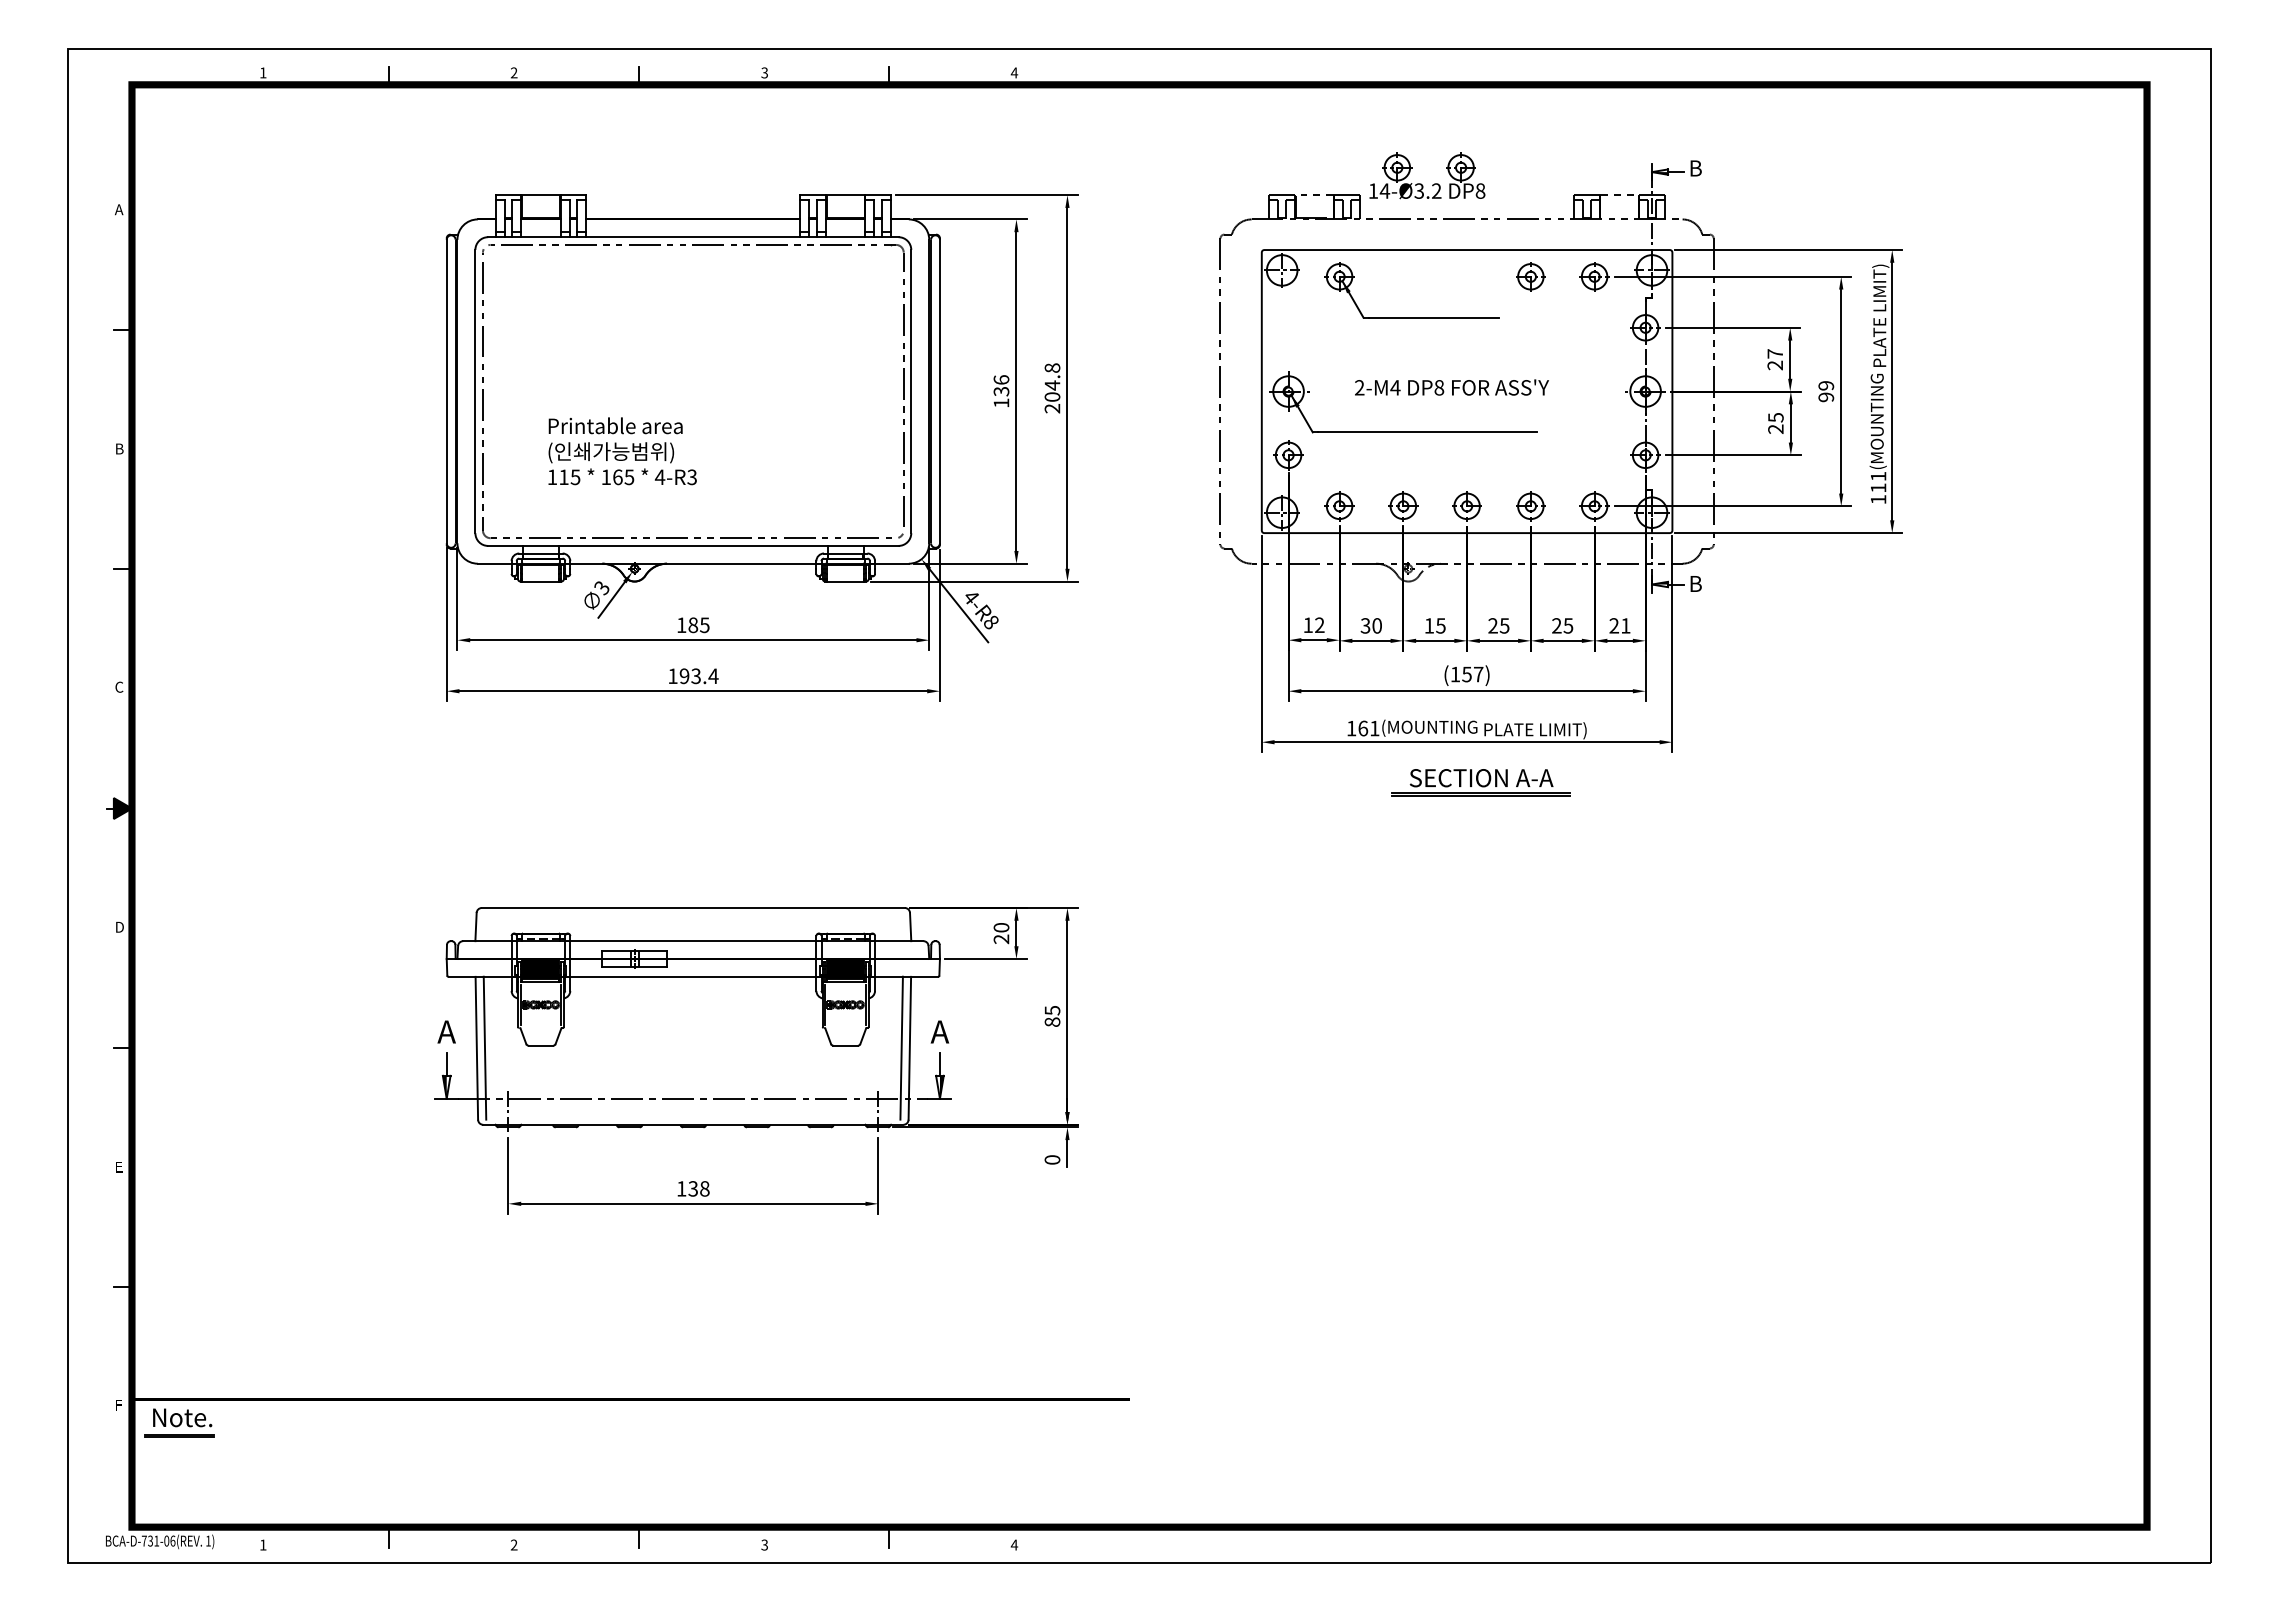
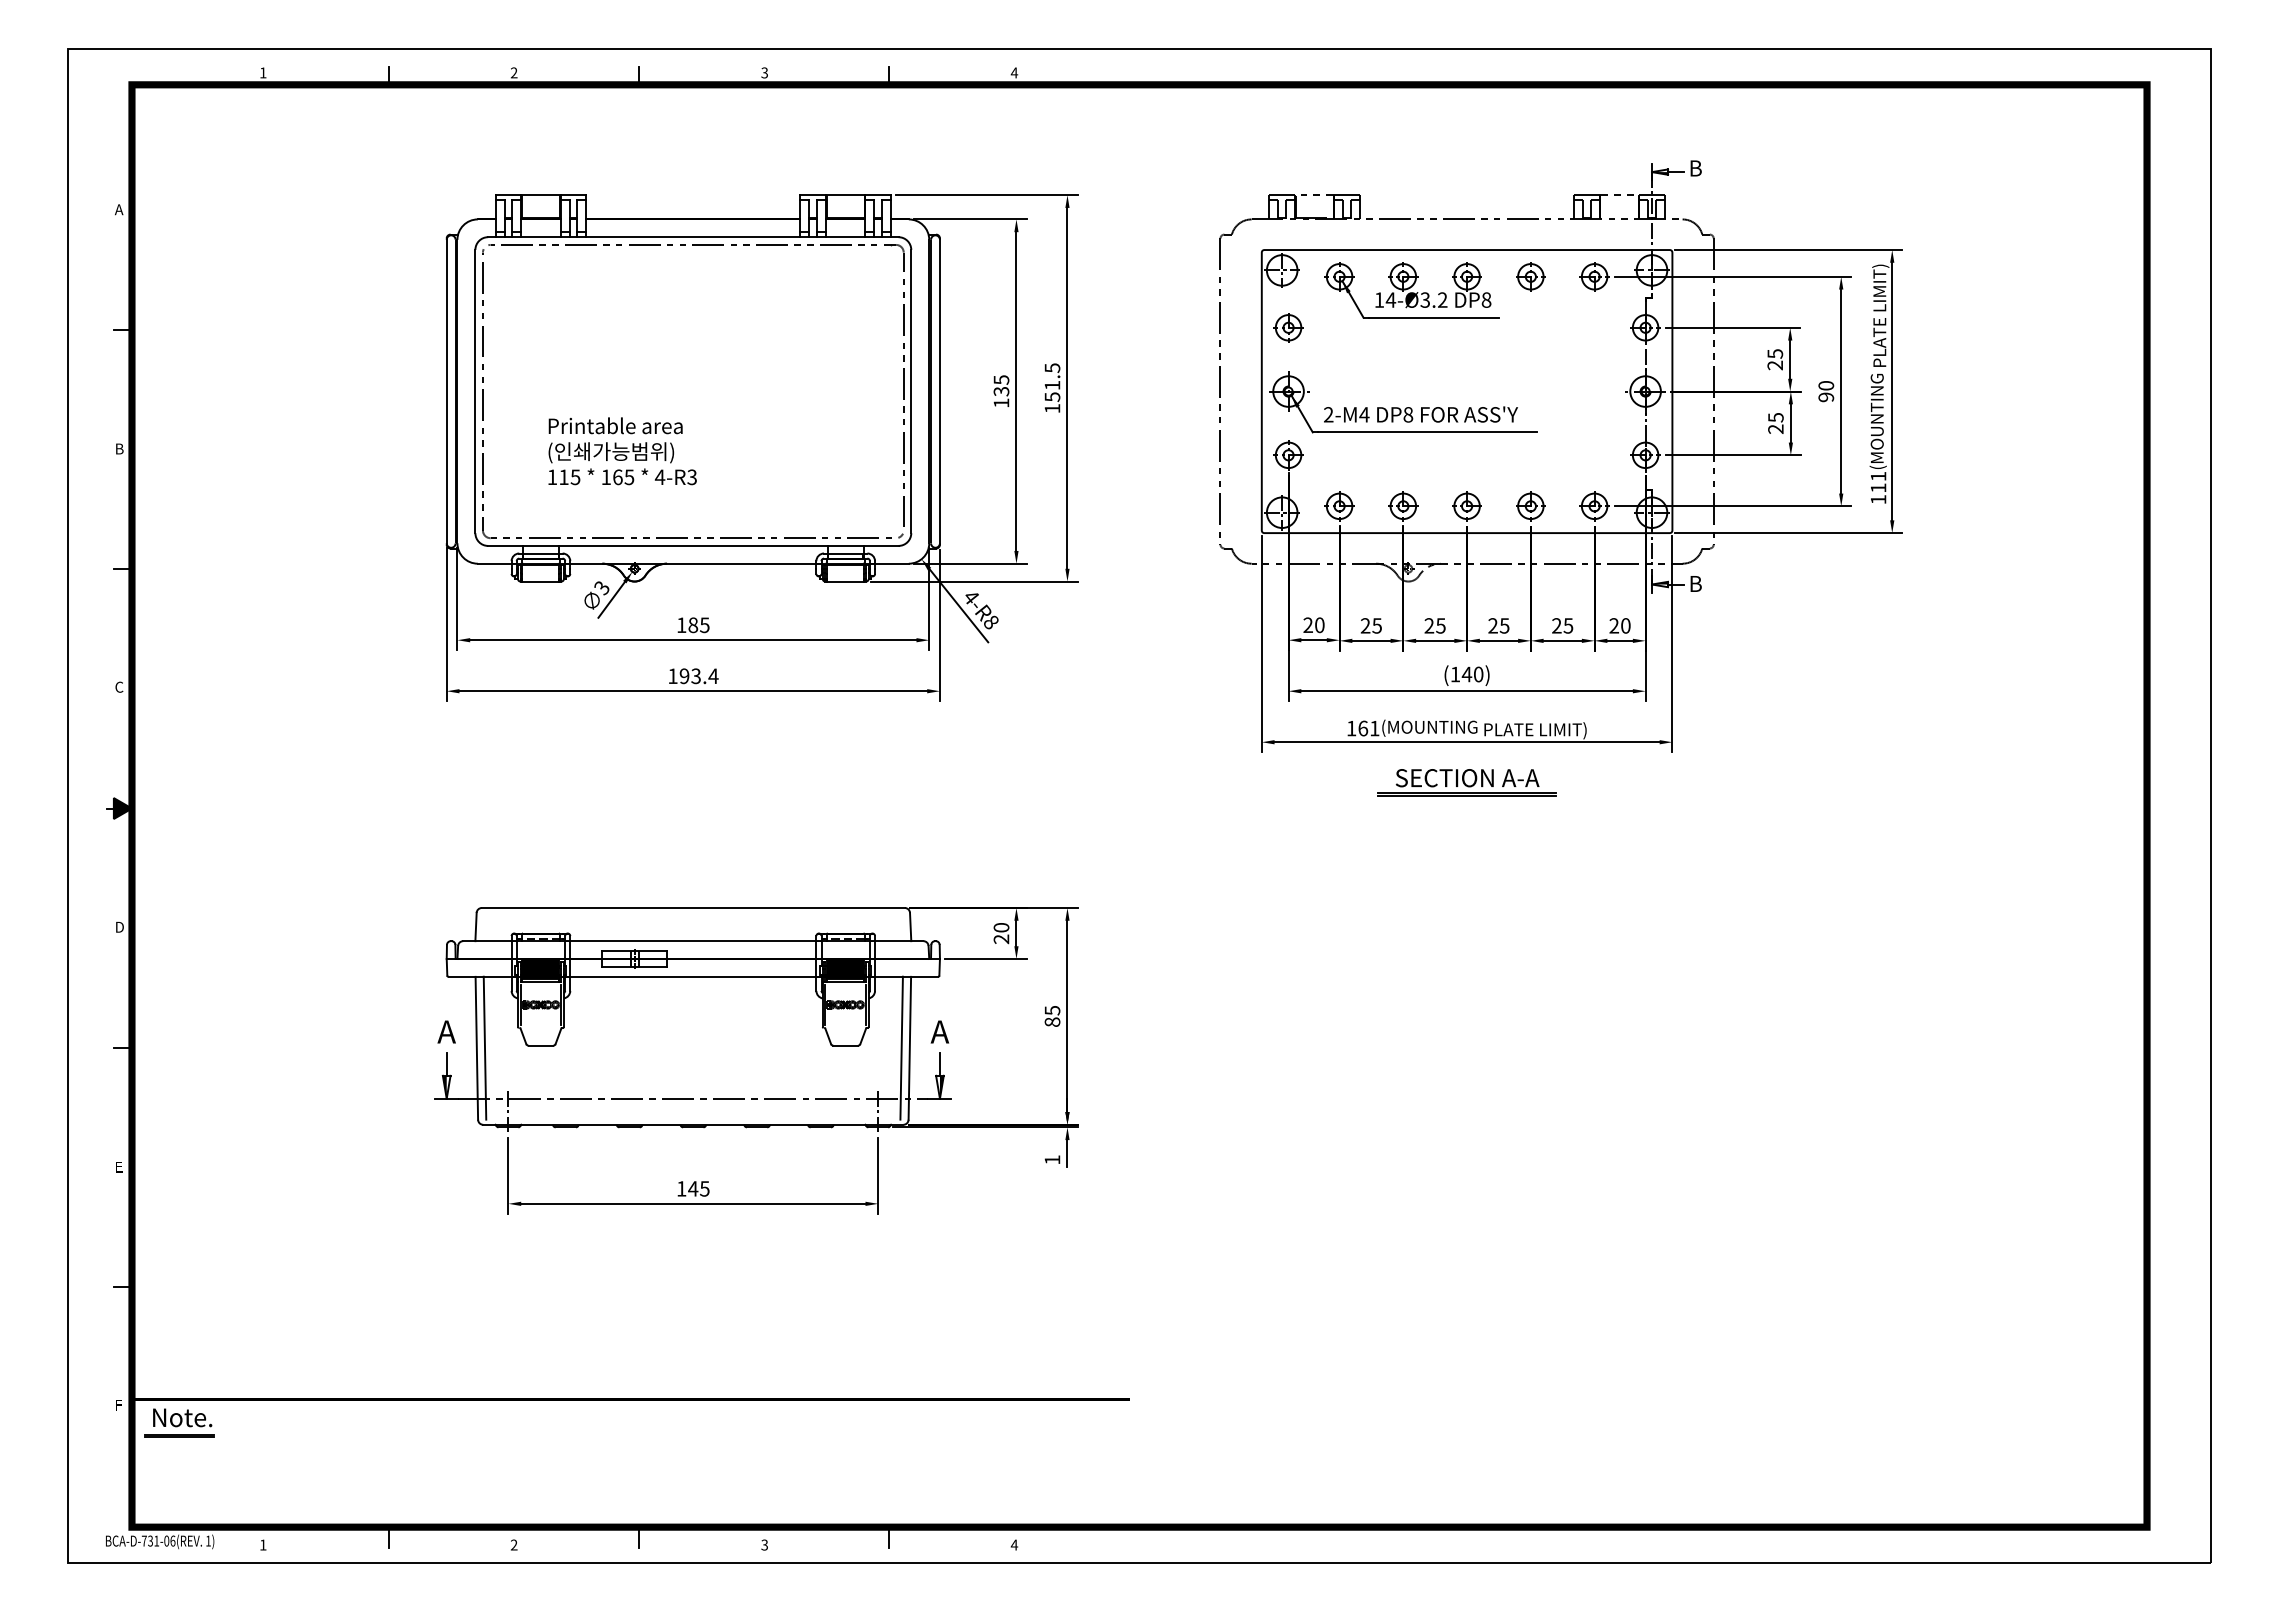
part at (1421, 183) position: (1421, 183) -> (1427, 292)
part at (1288, 327): none -> present
text at (1775, 353): 27 -> 25
text at (1001, 379): 136 -> 135
text at (1826, 385): 99 -> 90
text at (1451, 387) position: (1451, 387) -> (1420, 414)
text at (1052, 388): 204.8 -> 151.5
text at (1313, 625): 12 -> 20
text at (1370, 625): 30 -> 25
text at (1429, 625): 15 -> 25
text at (1625, 625): 21 -> 20
text at (1472, 674): (157) -> (140)
part at (1480, 782) position: (1480, 782) -> (1466, 782)
text at (1052, 1159): 0 -> 1
text at (698, 1188): 138 -> 145
